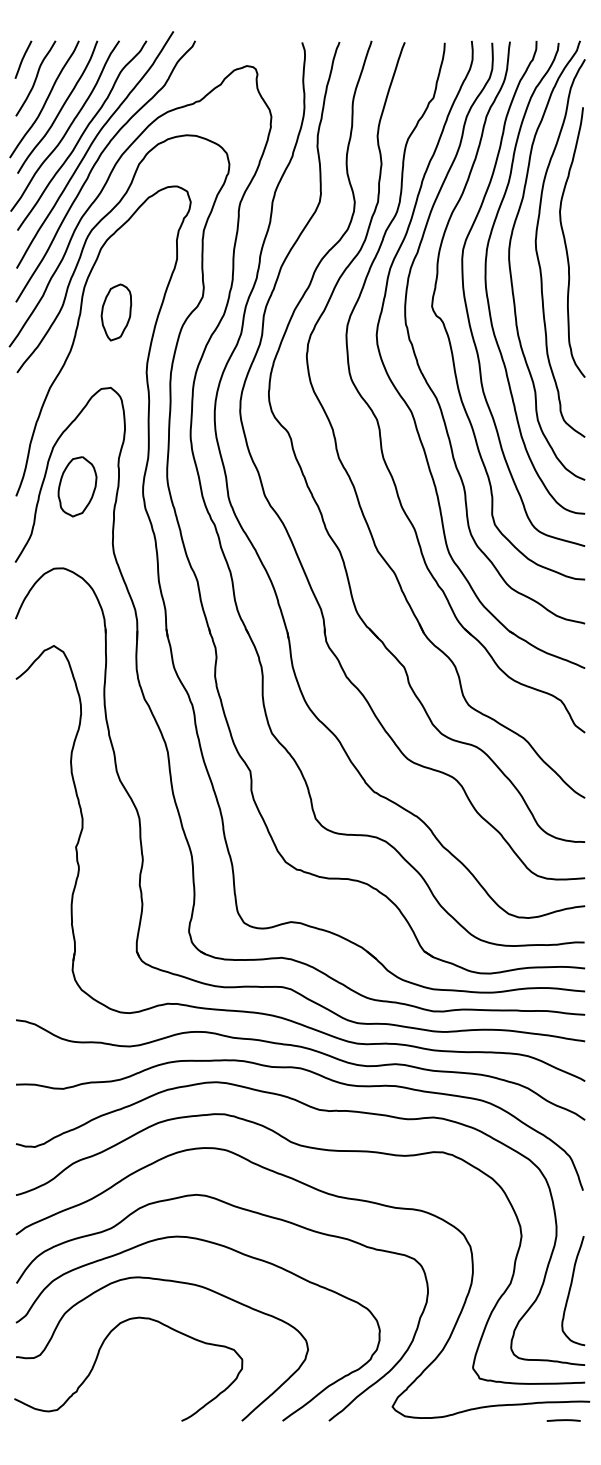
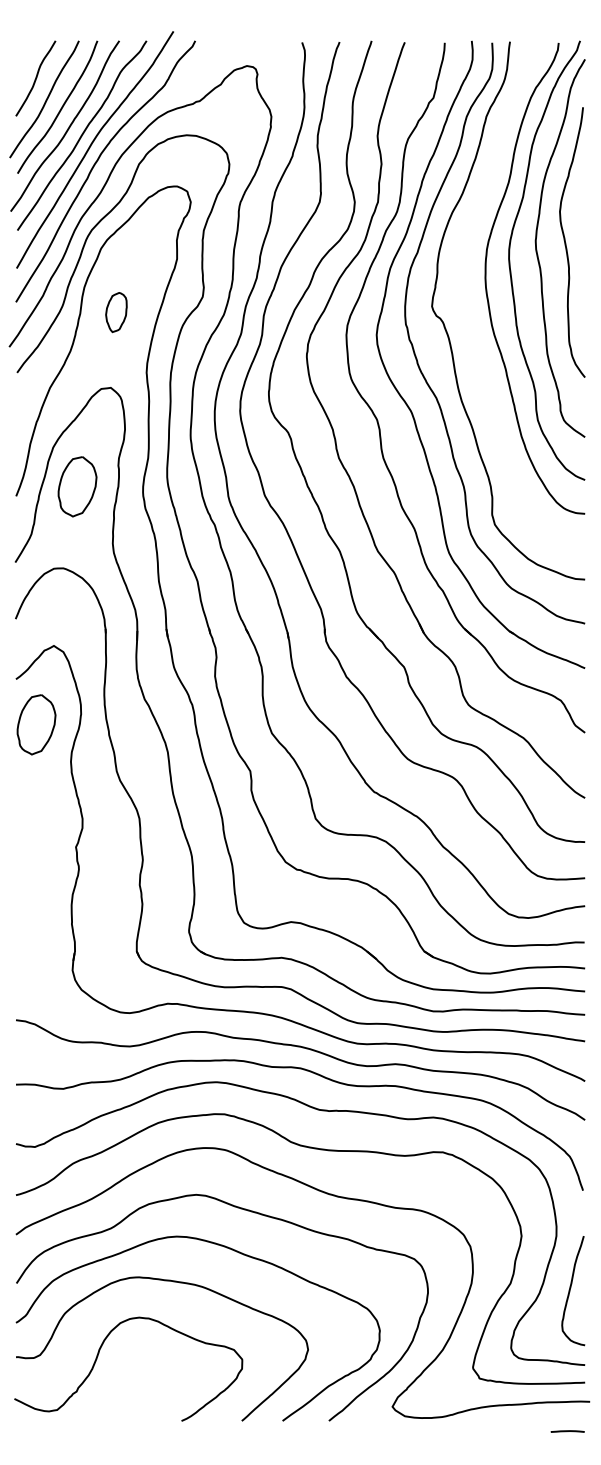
curve at (23, 59): present -> none
curve at (467, 306): present -> none
part at (116, 312) size: 33x59 px -> 23x42 px
part at (36, 724): none -> present
line at (563, 1420) position: (563, 1420) -> (567, 1431)
